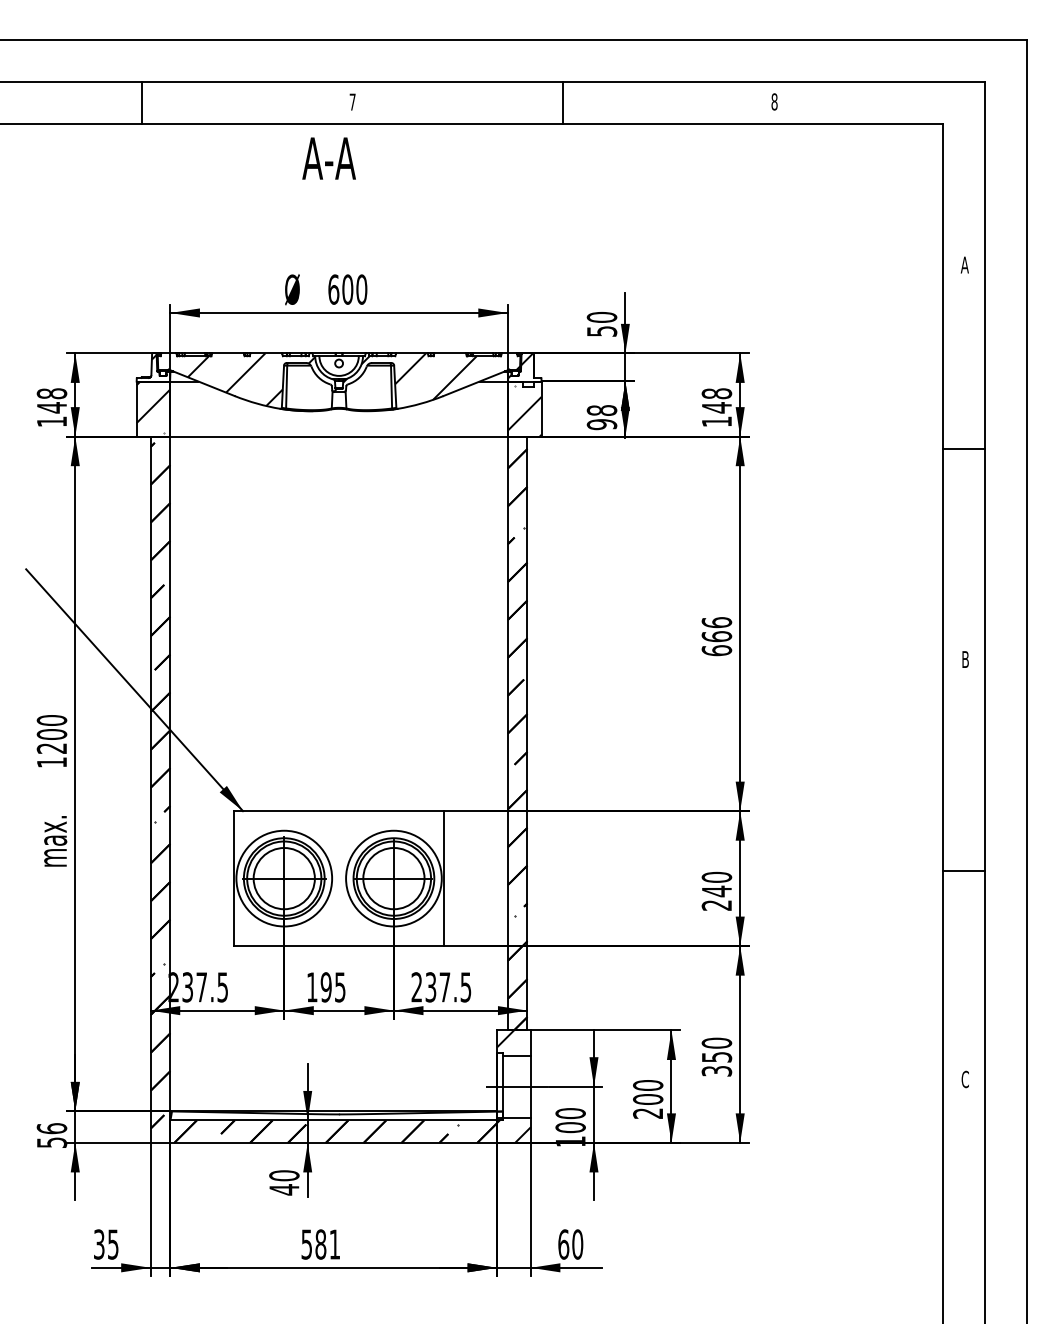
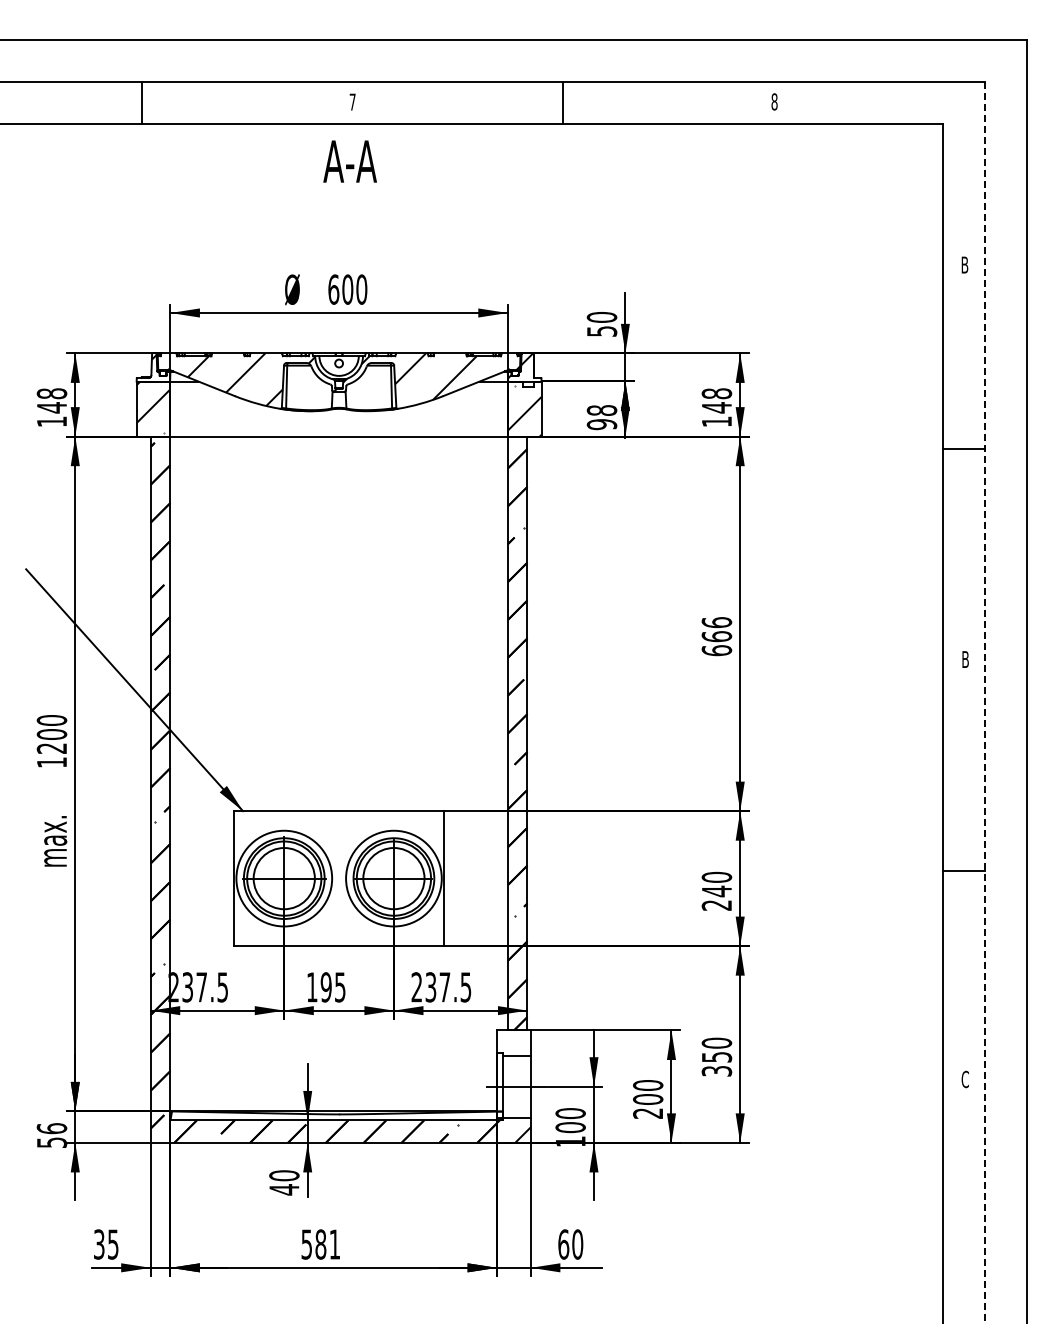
text at (328, 158) position: (328, 158) -> (349, 161)
text at (964, 264): A -> B
line at (985, 702): solid -> dashed
hatch at (505, 1038): present -> none
